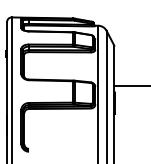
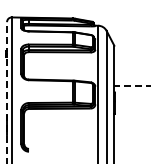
line at (132, 85): solid -> dashed
line at (7, 93): solid -> dashed
